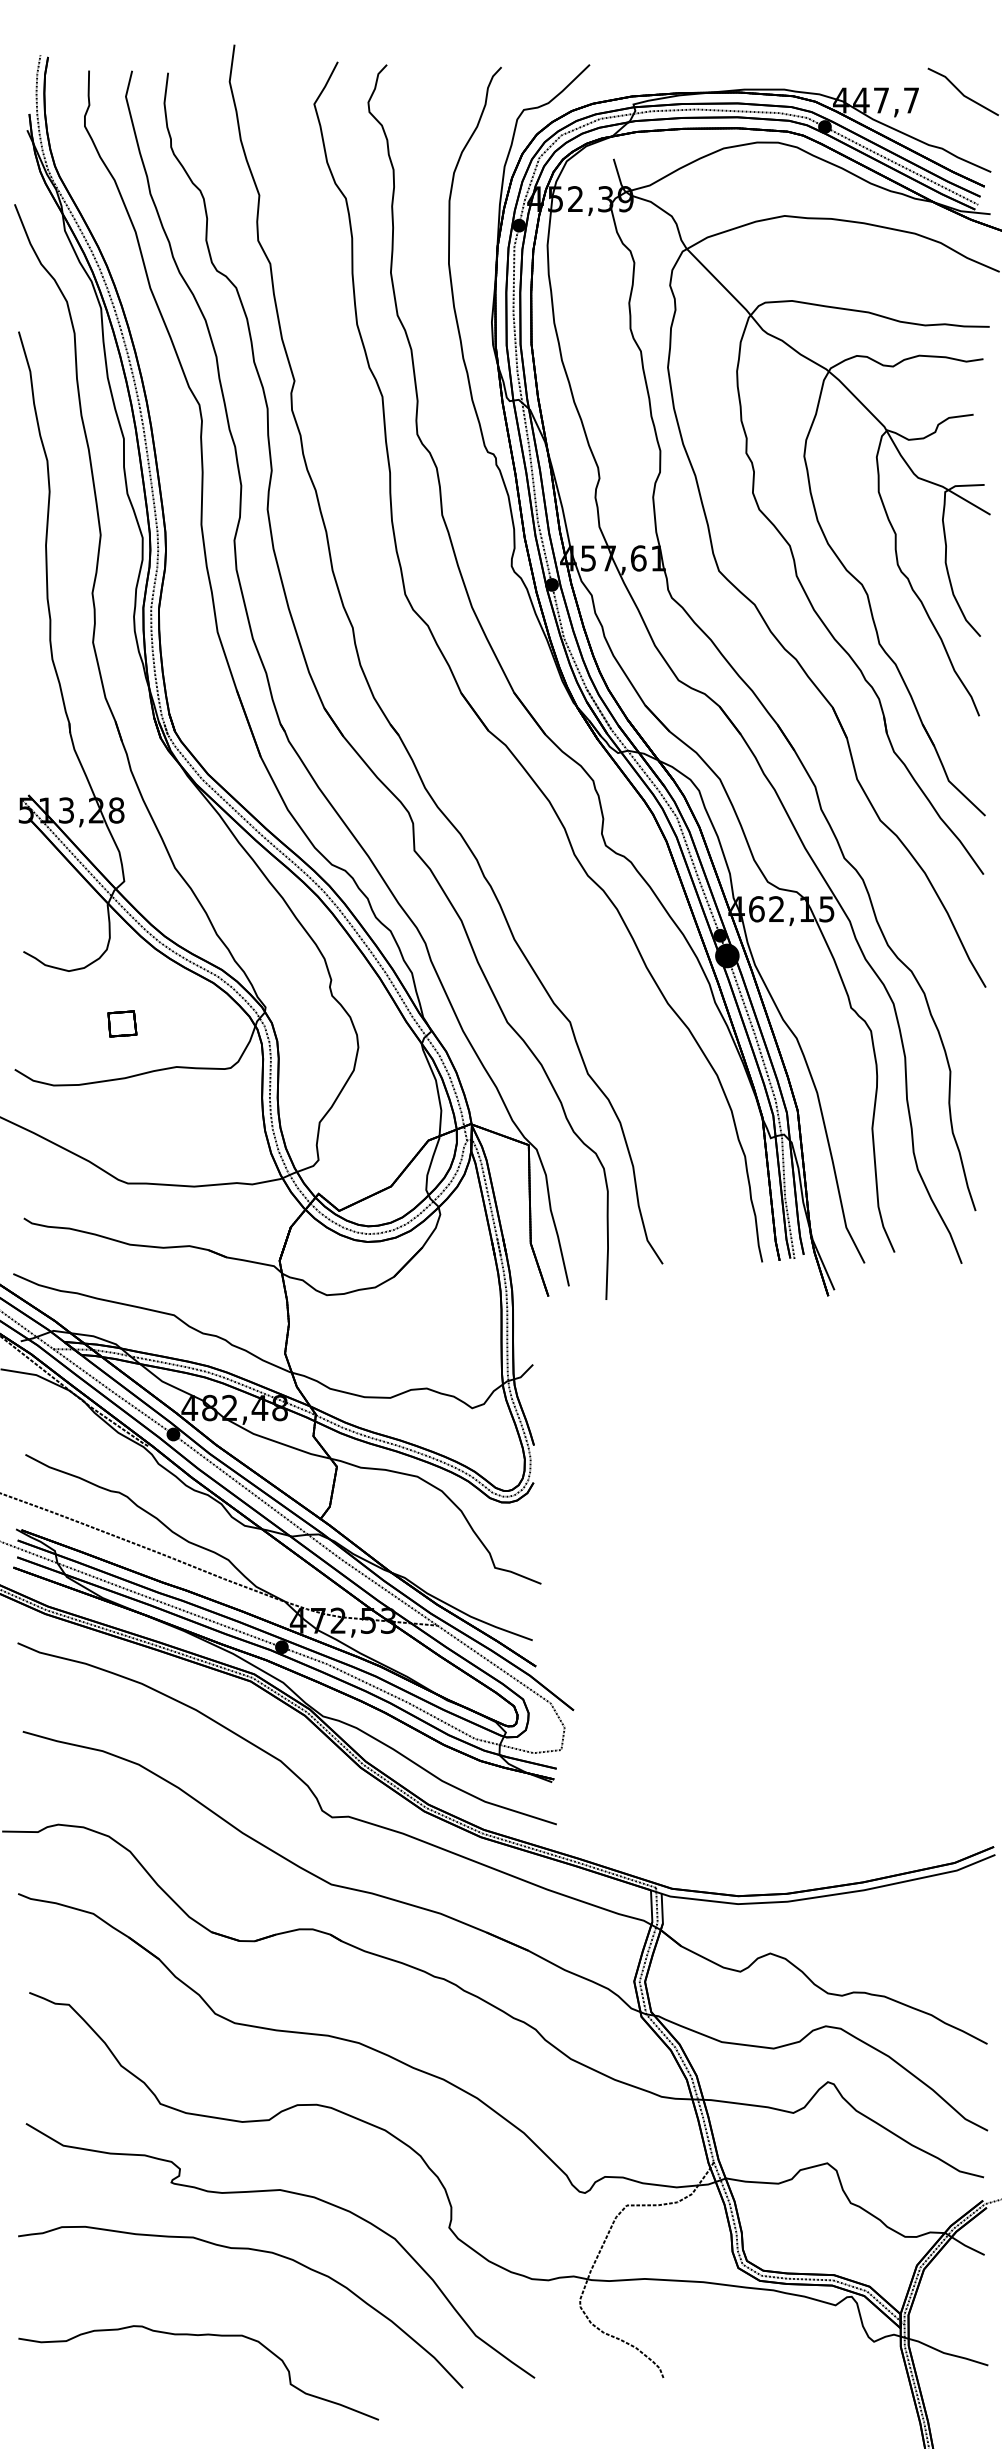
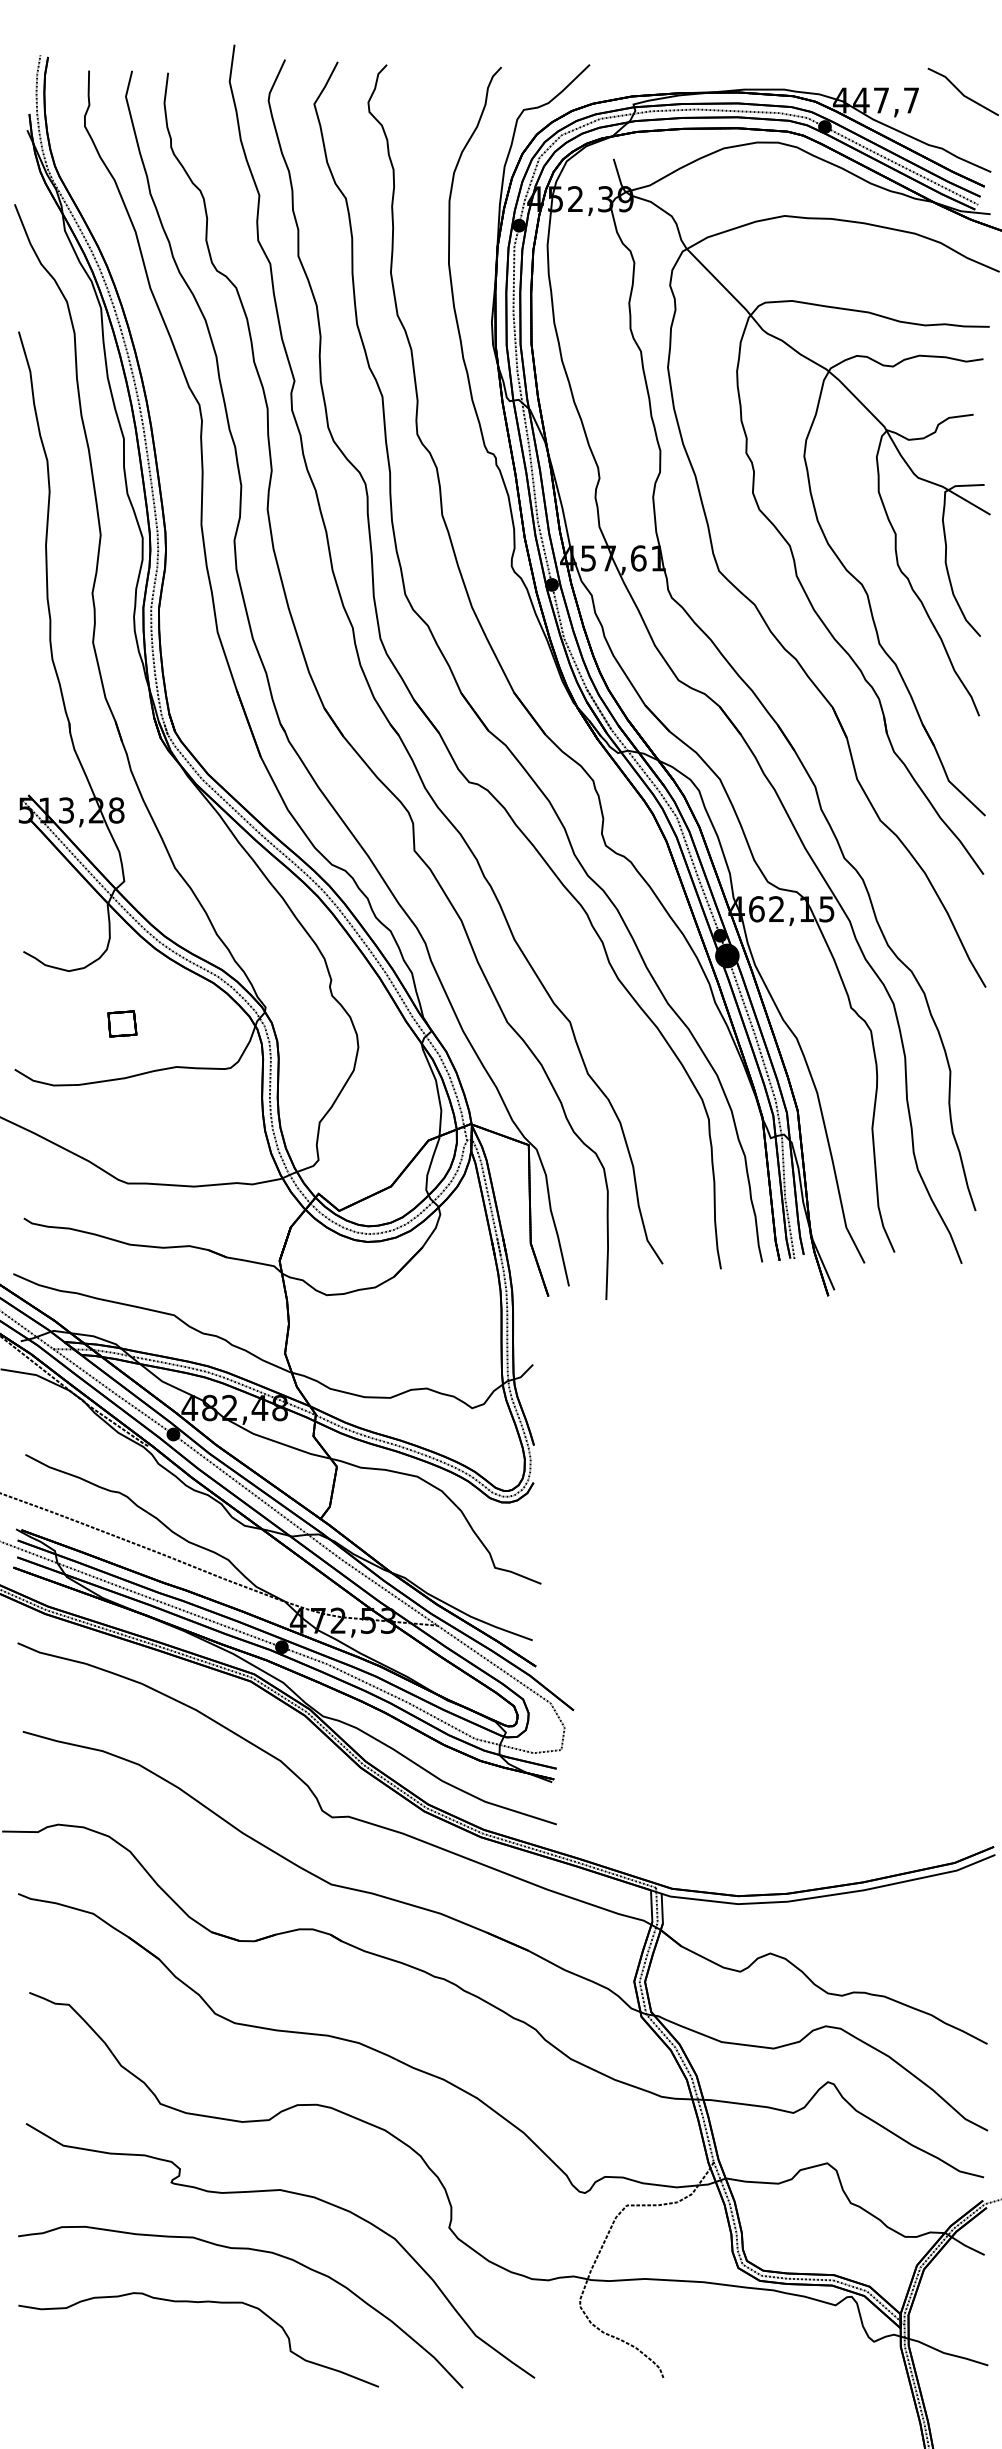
part at (427, 715): none -> present
curve at (197, 2336) position: (197, 2336) -> (197, 2303)
